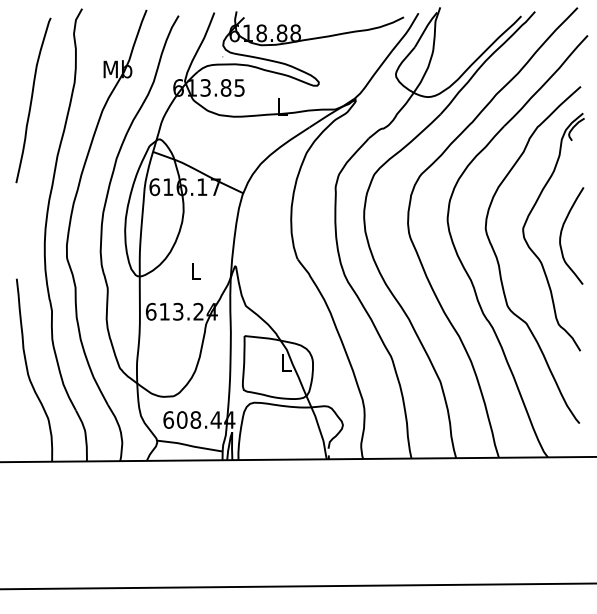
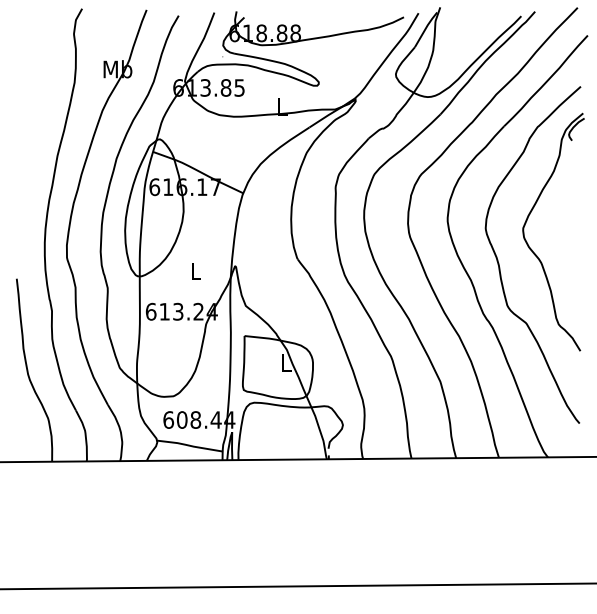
curve at (32, 100): present -> none
curve at (562, 231): present -> none
